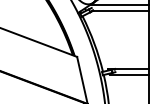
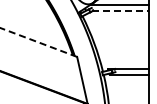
line at (120, 11): solid -> dashed
line at (38, 42): solid -> dashed
